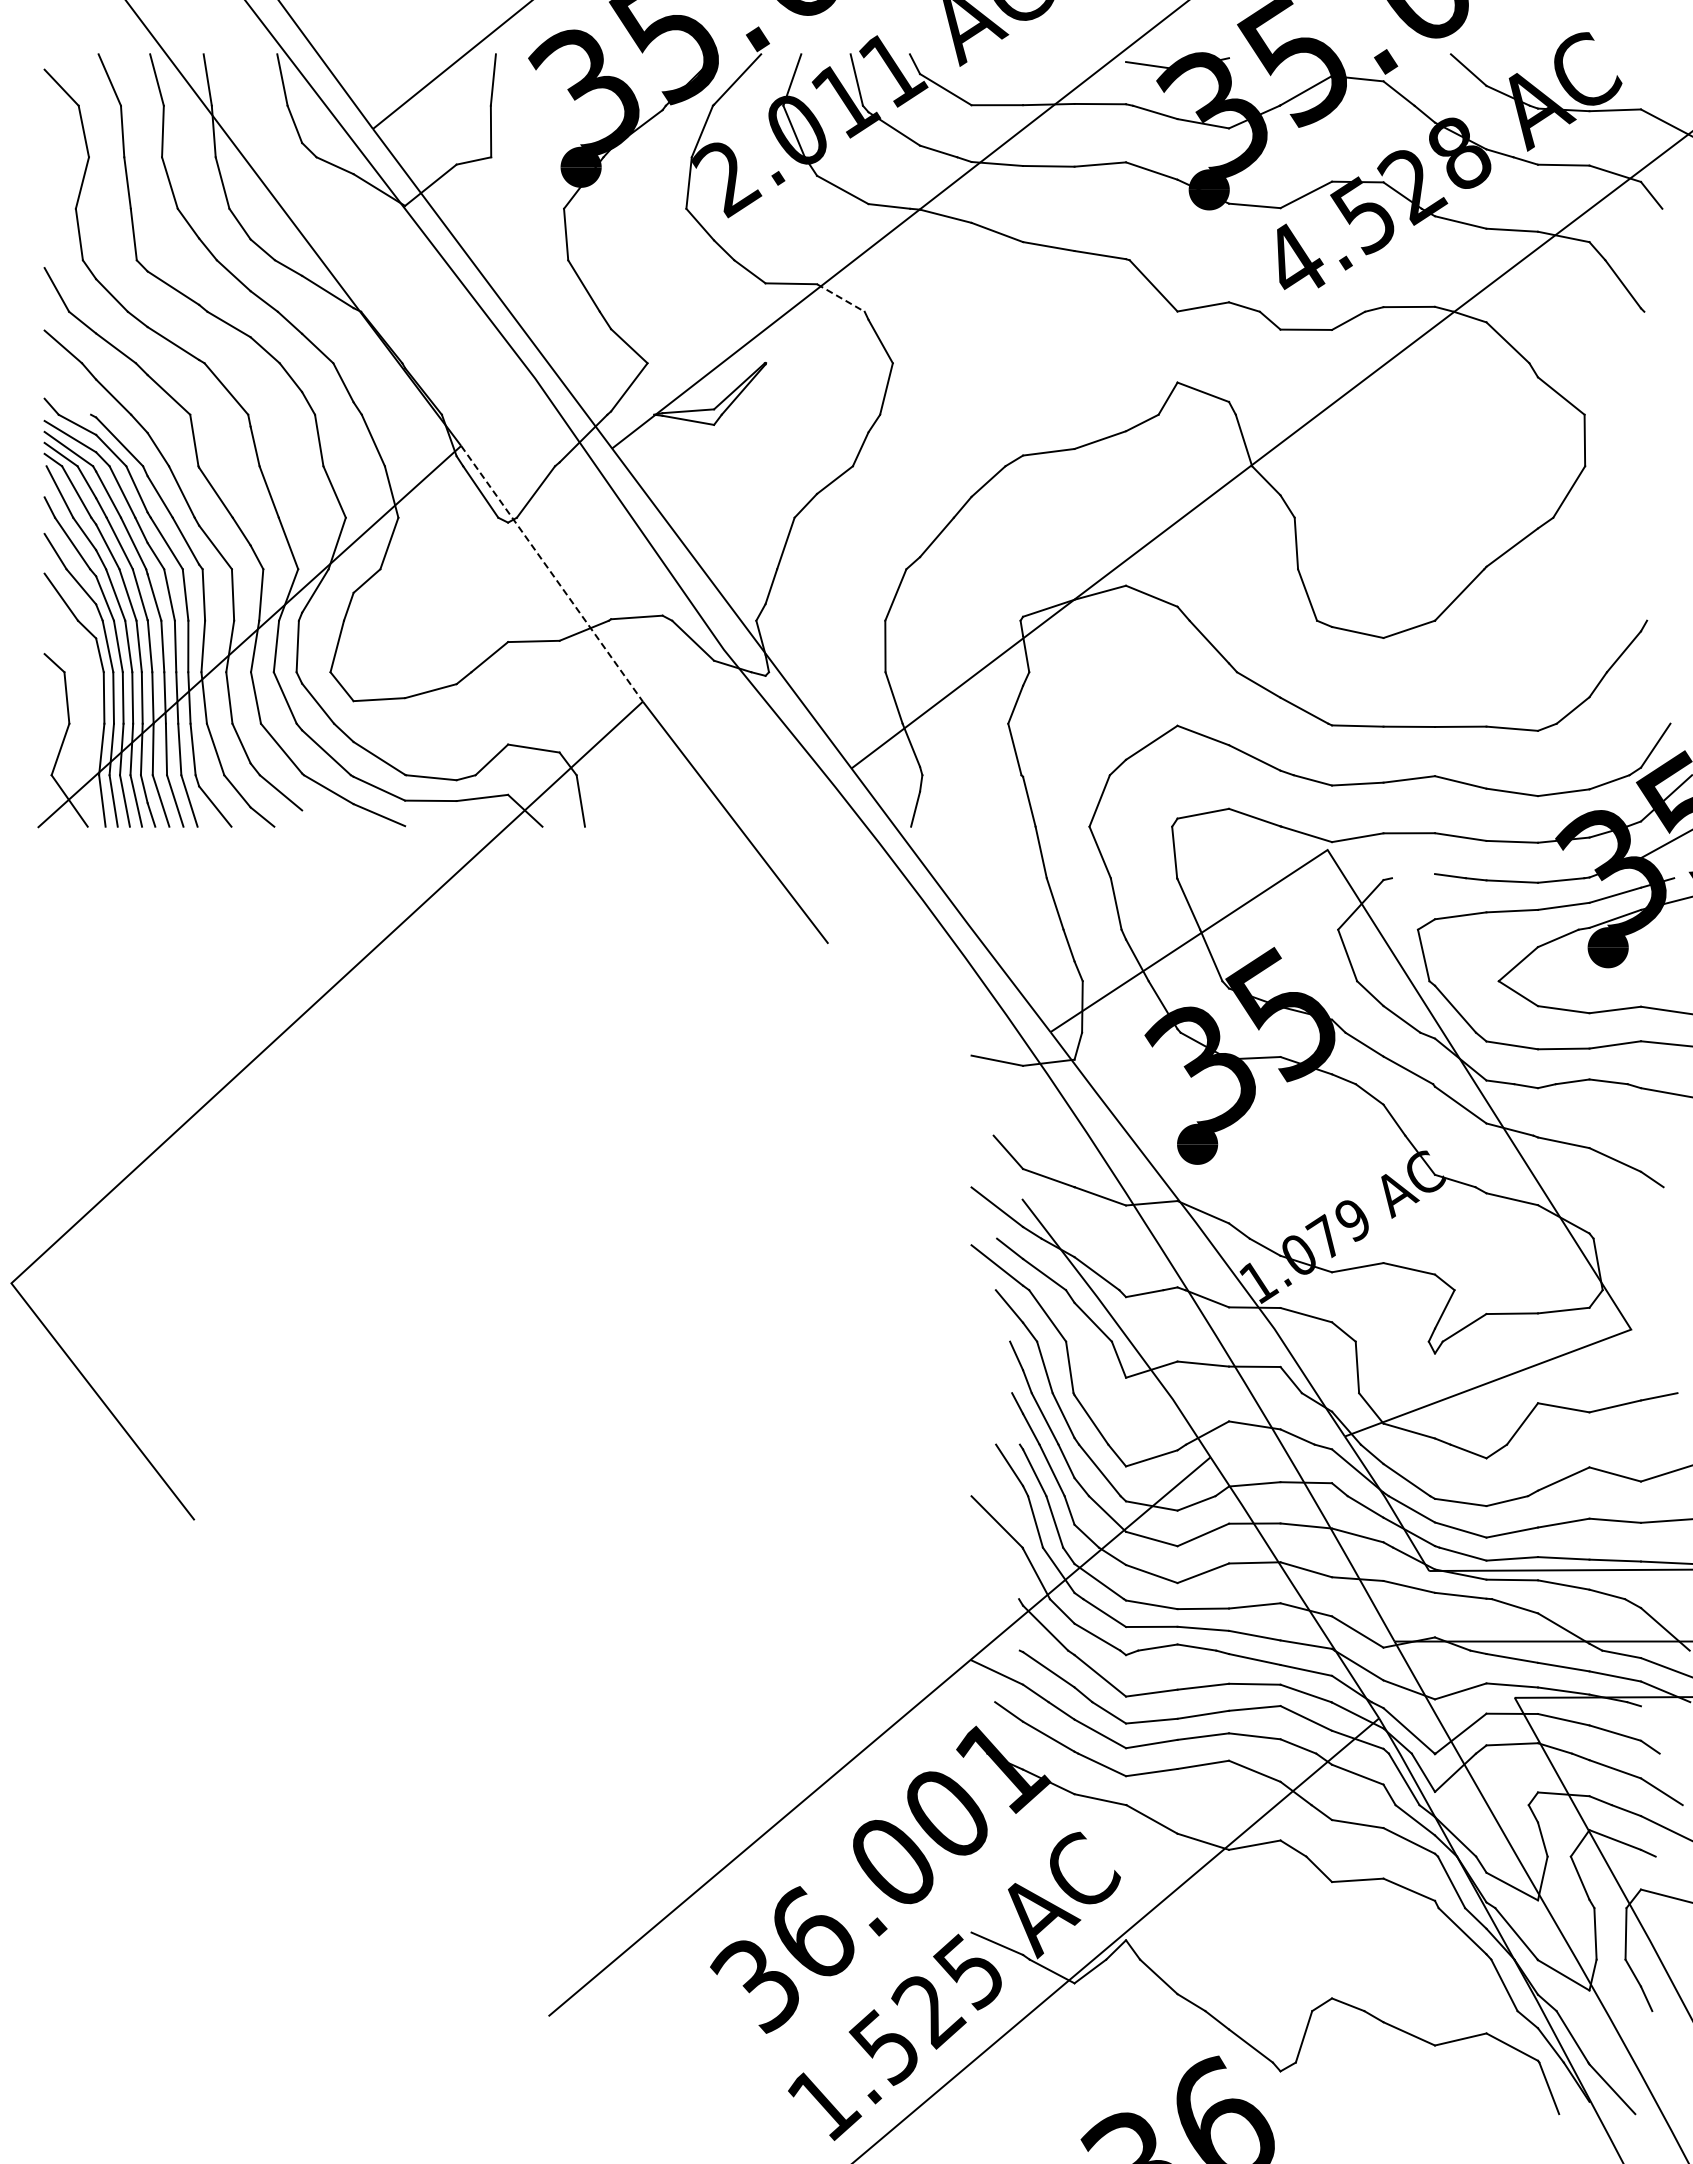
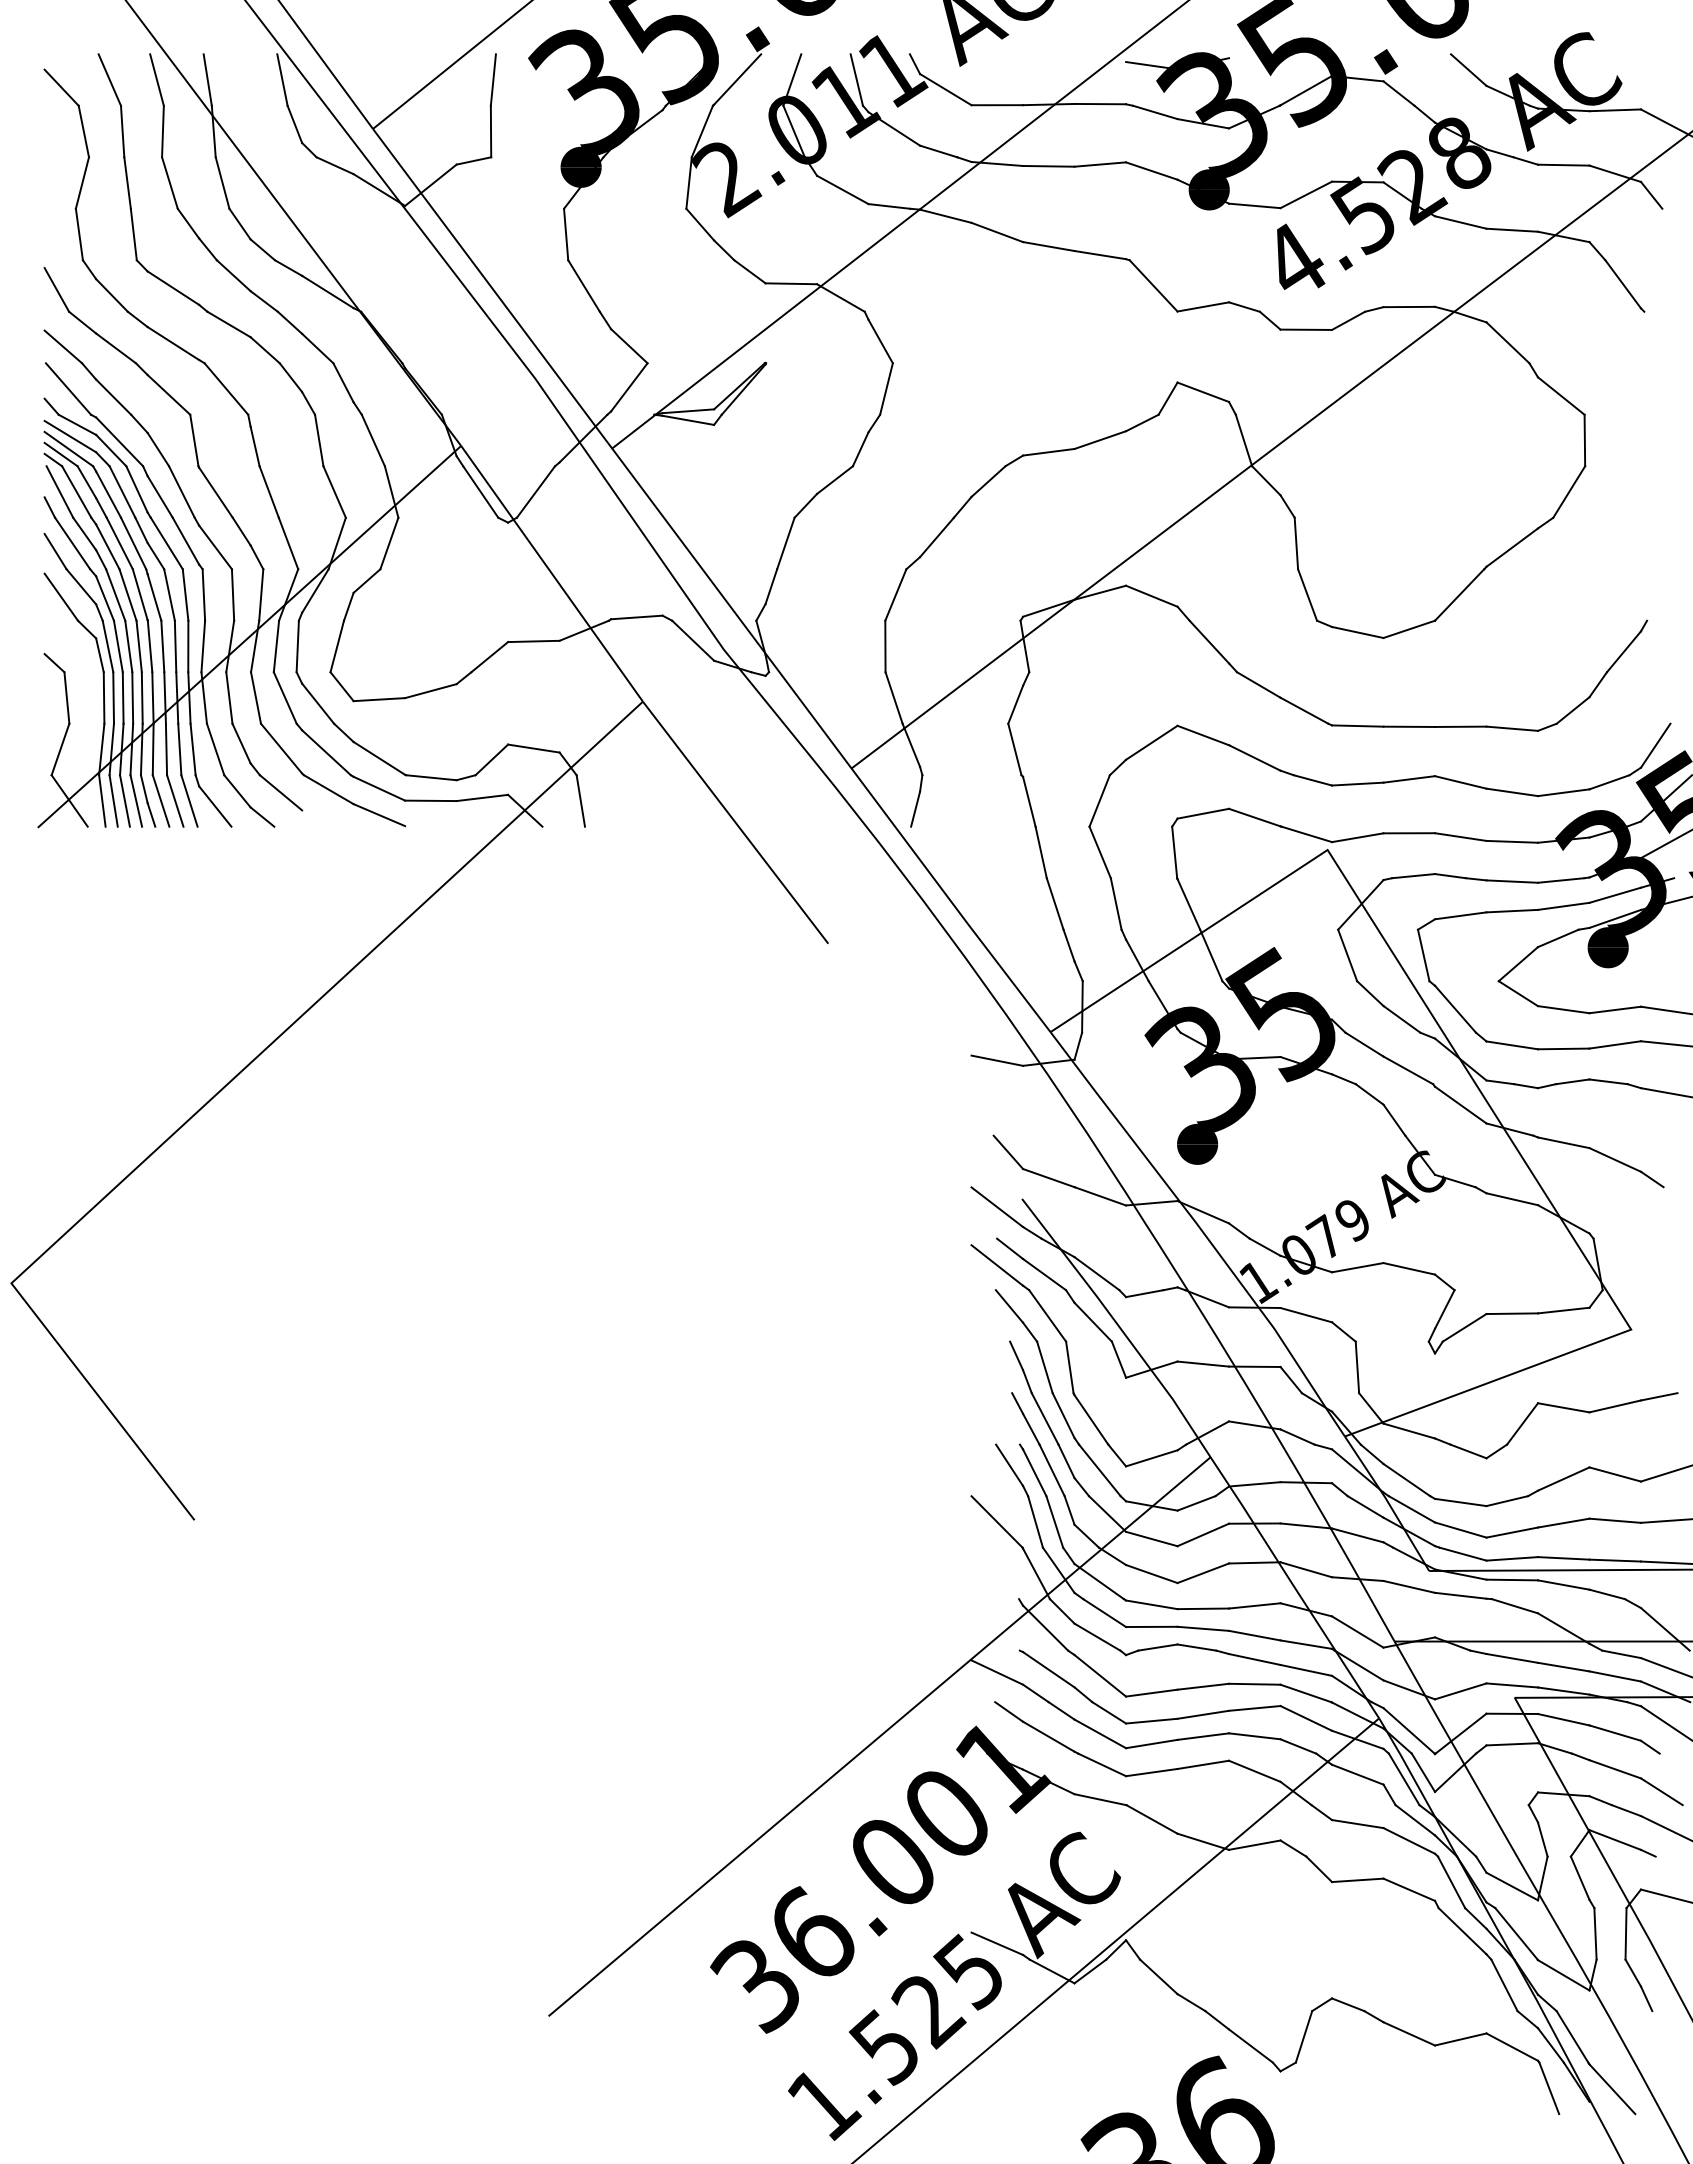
line at (840, 298): dashed -> solid
line at (68, 388): none -> present
line at (552, 573): dashed -> solid
line at (1413, 876): none -> present
line at (1664, 1722): none -> present
